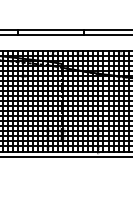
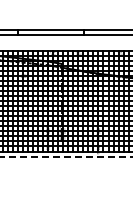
line at (66, 156): solid -> dashed
